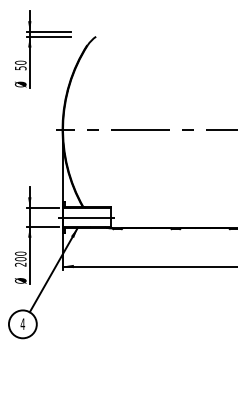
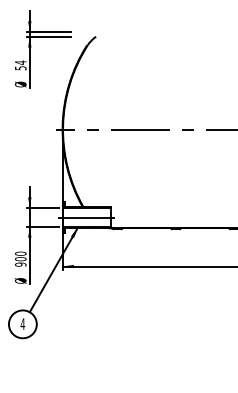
text at (20, 62): 50 -> 54
text at (20, 264): 200 -> 900
